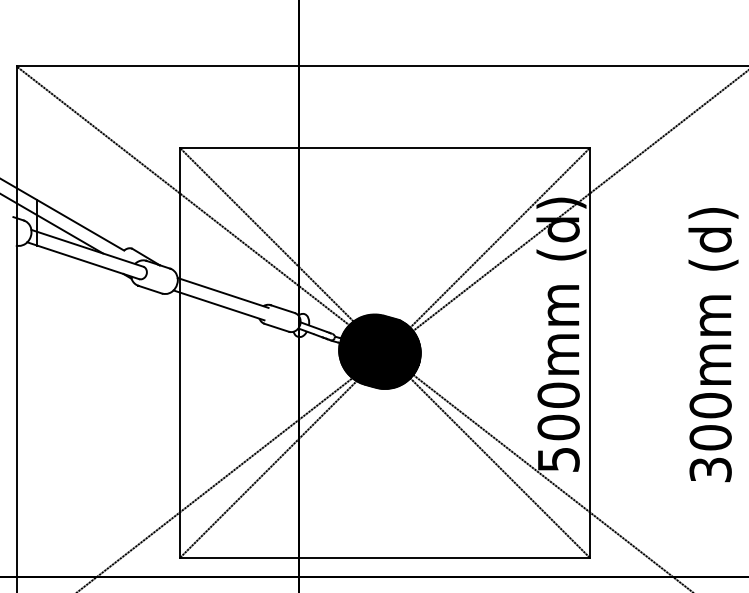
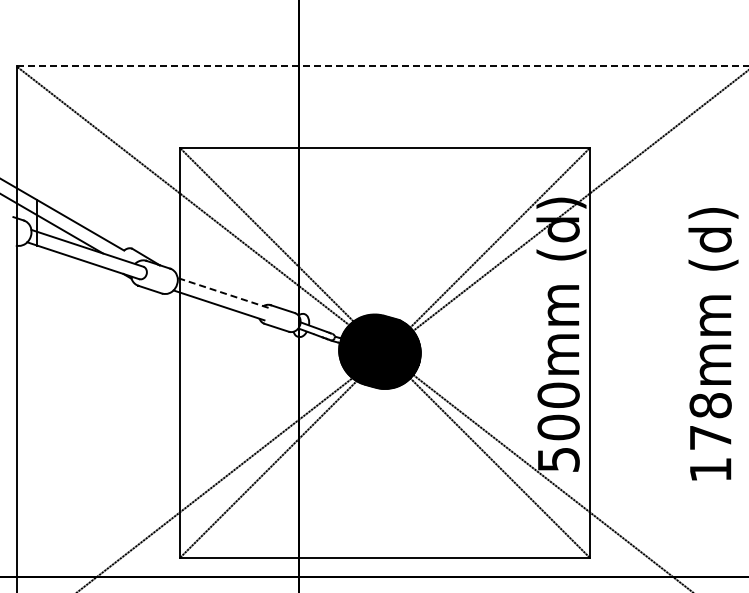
line at (382, 66): solid -> dashed
line at (223, 292): solid -> dashed
text at (710, 437): 300mm -> 178mm
